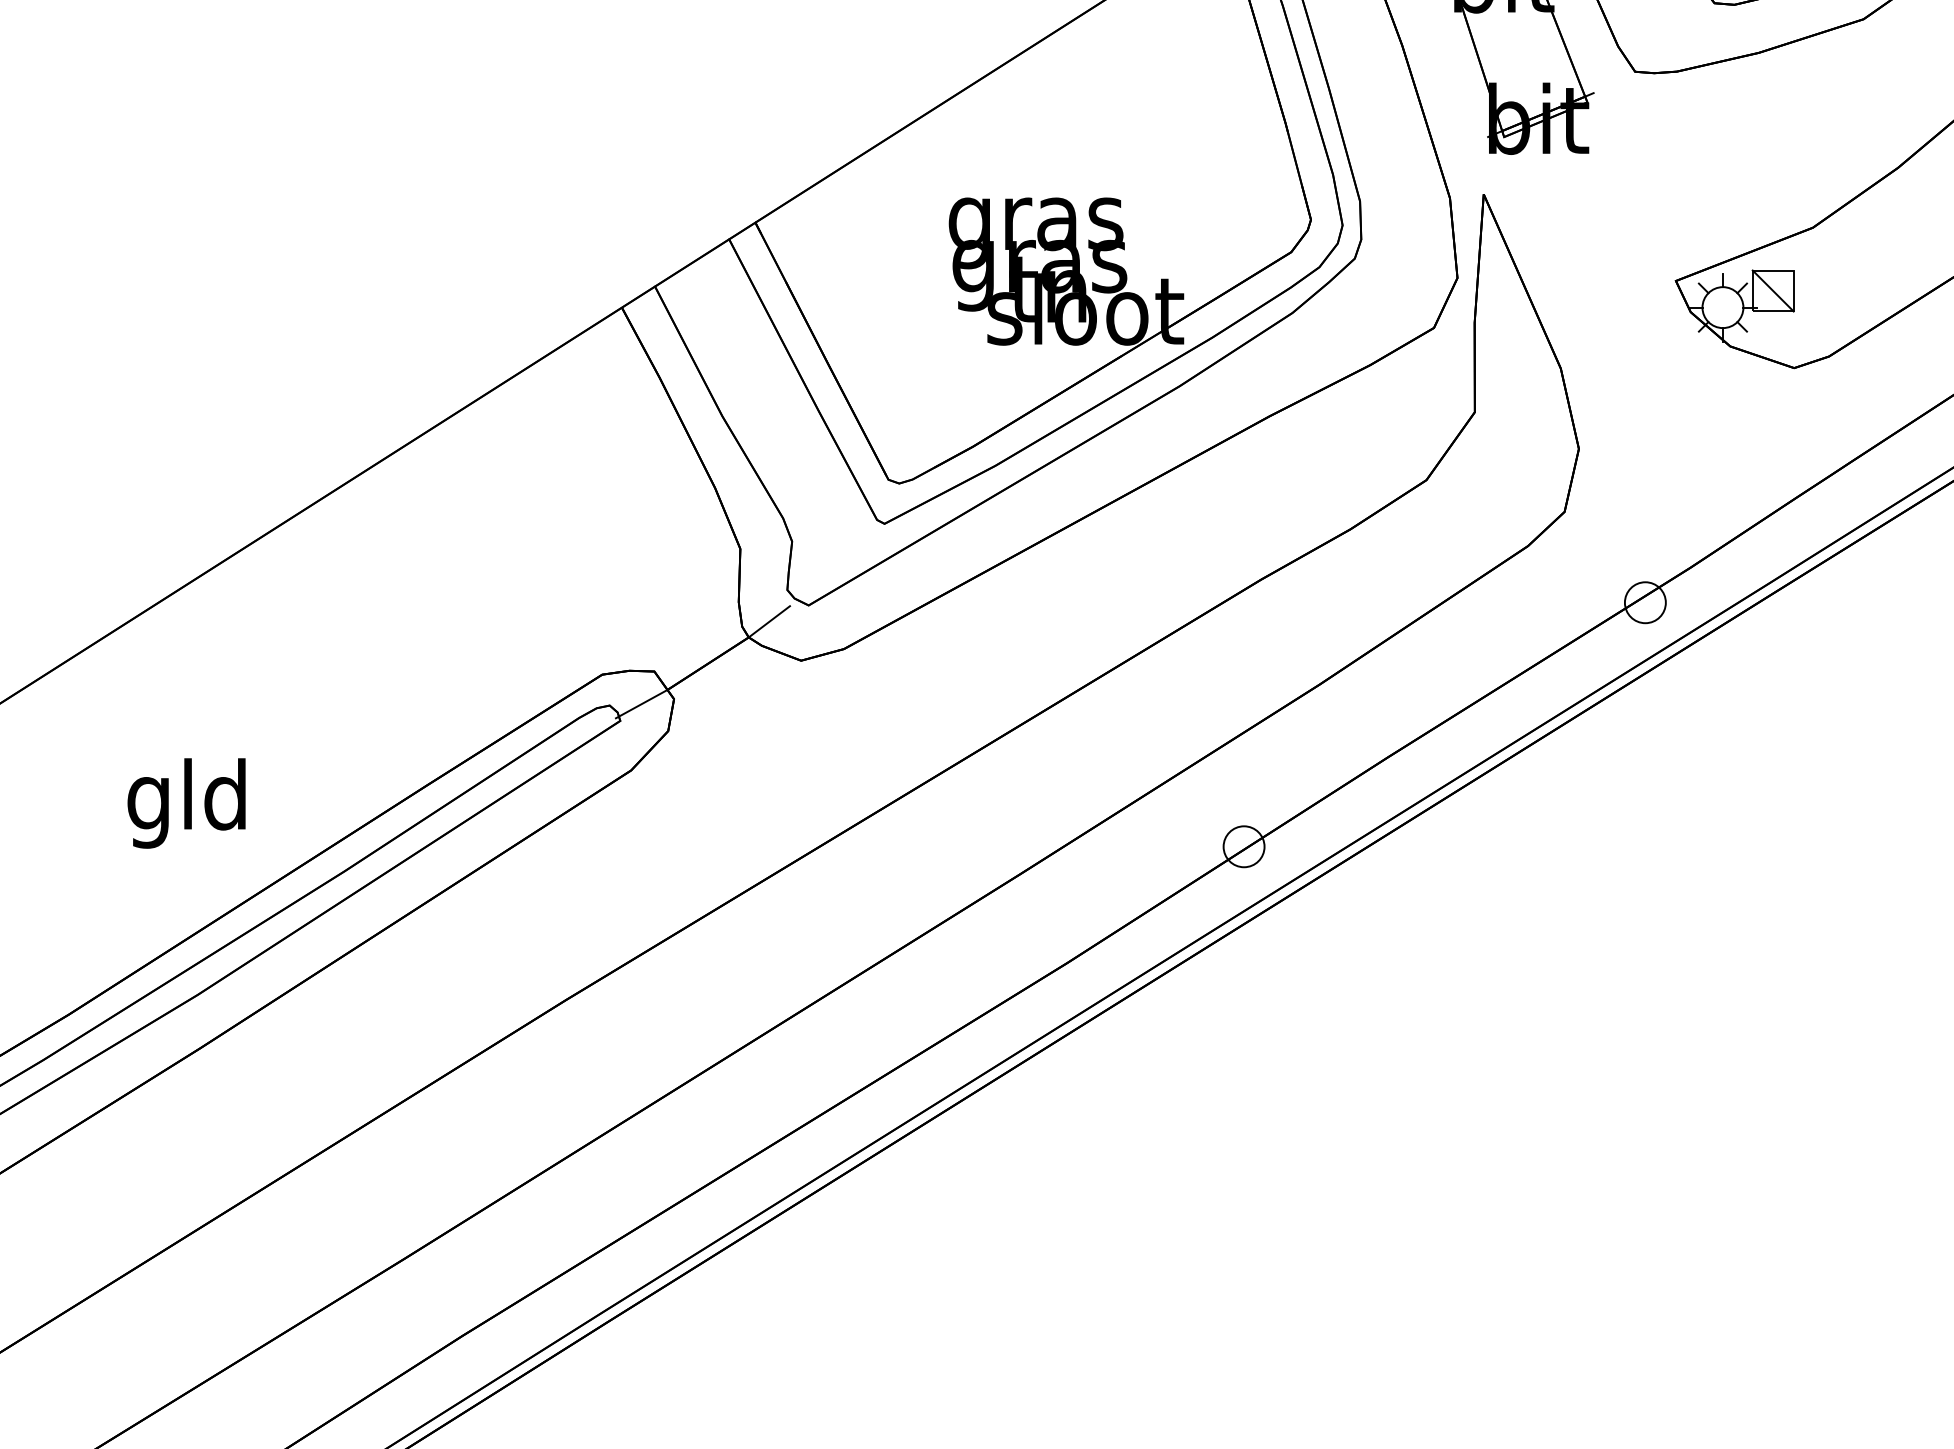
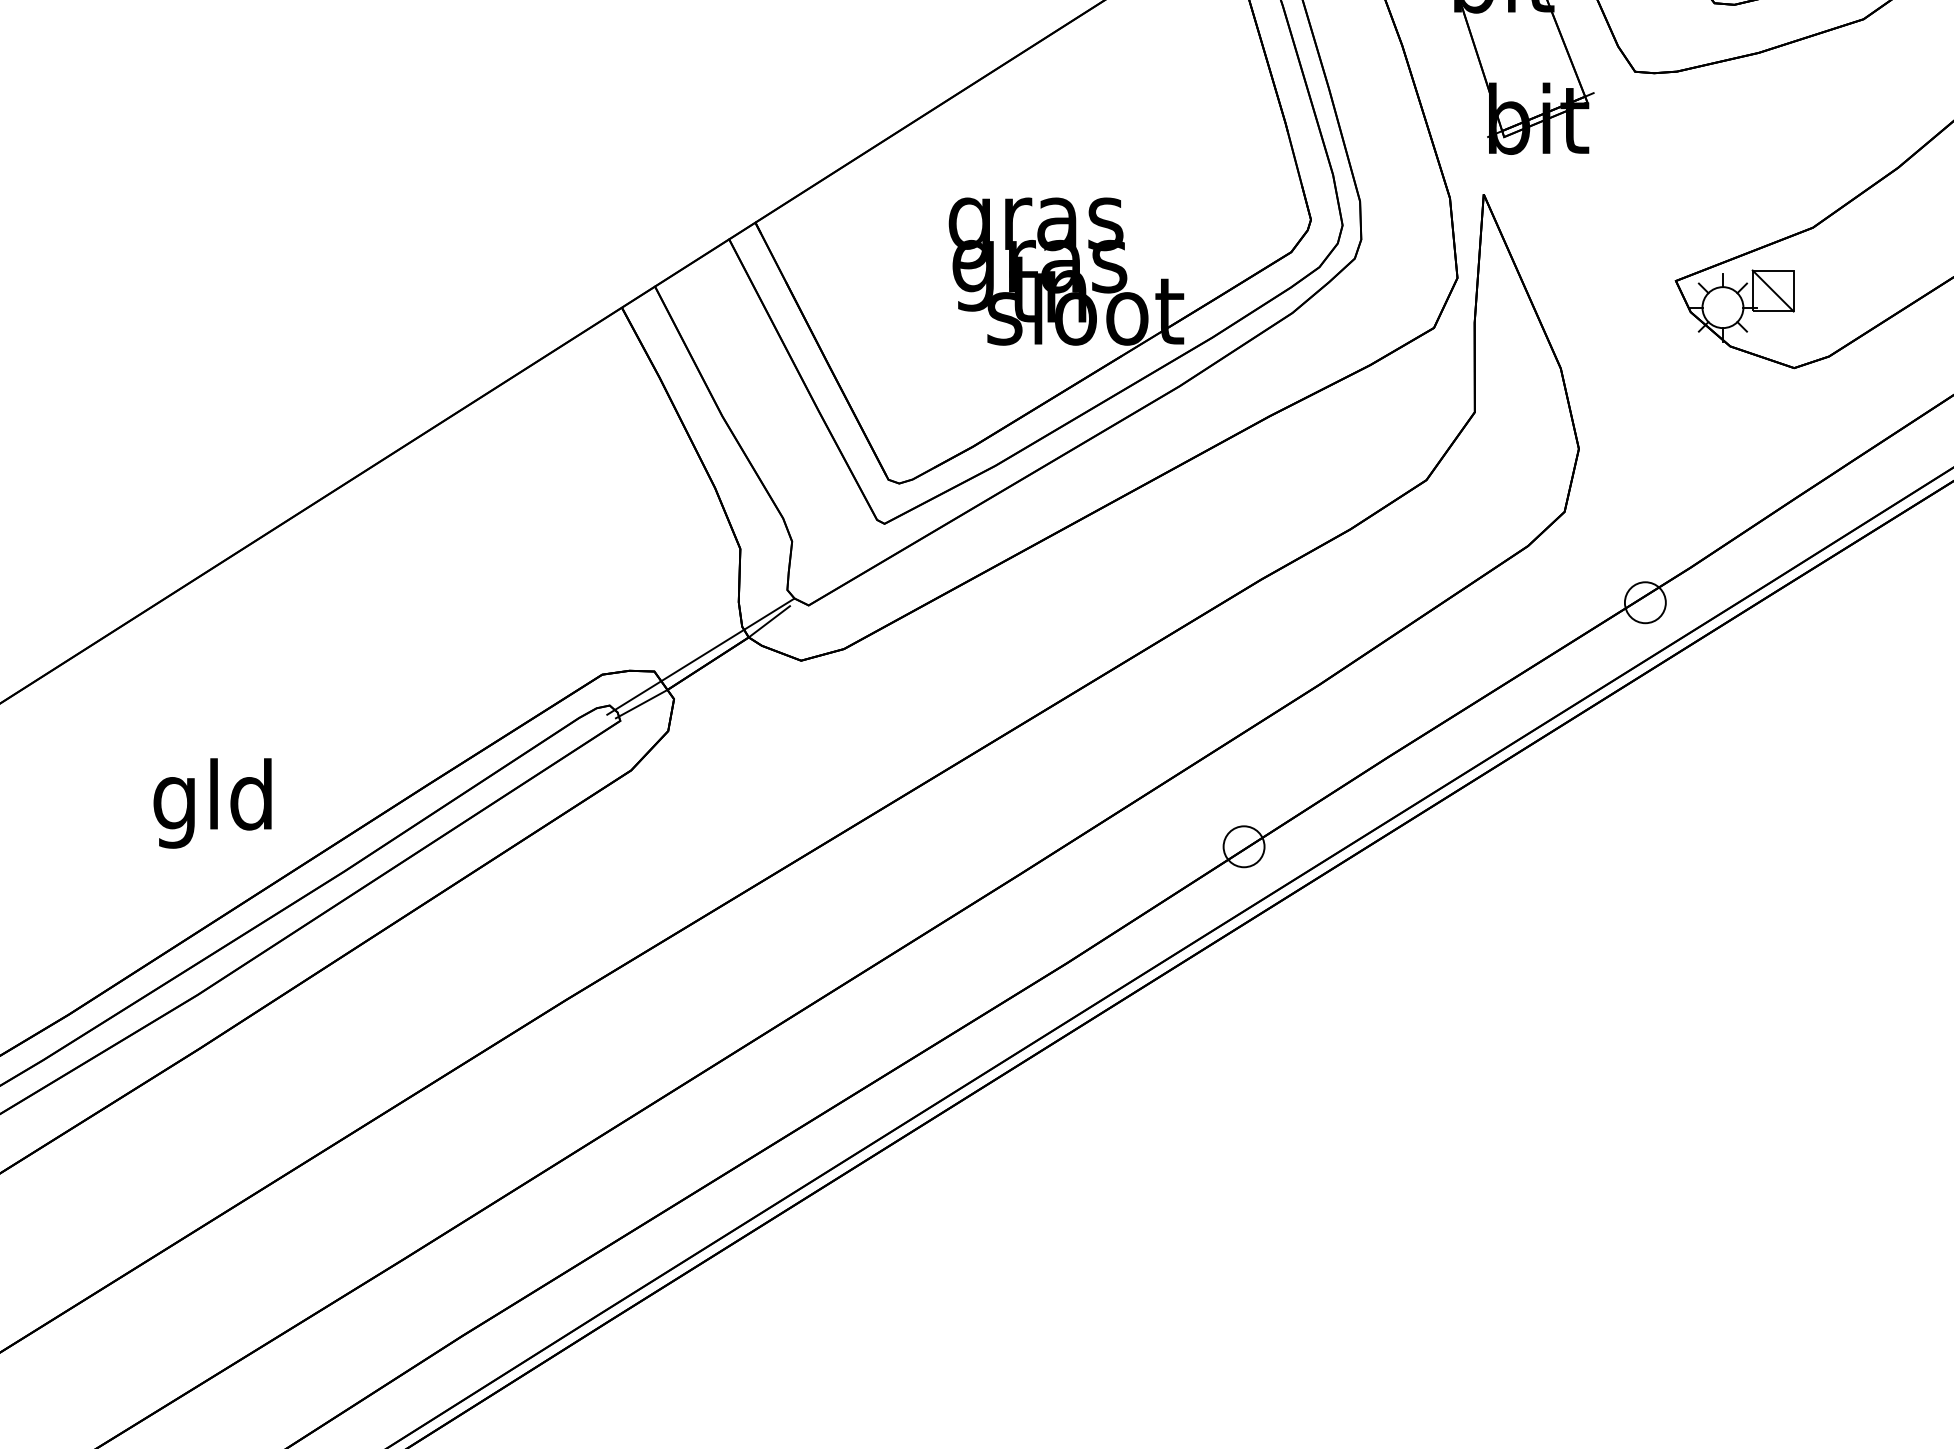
line at (700, 656): none -> present
text at (186, 803) position: (186, 803) -> (212, 803)
